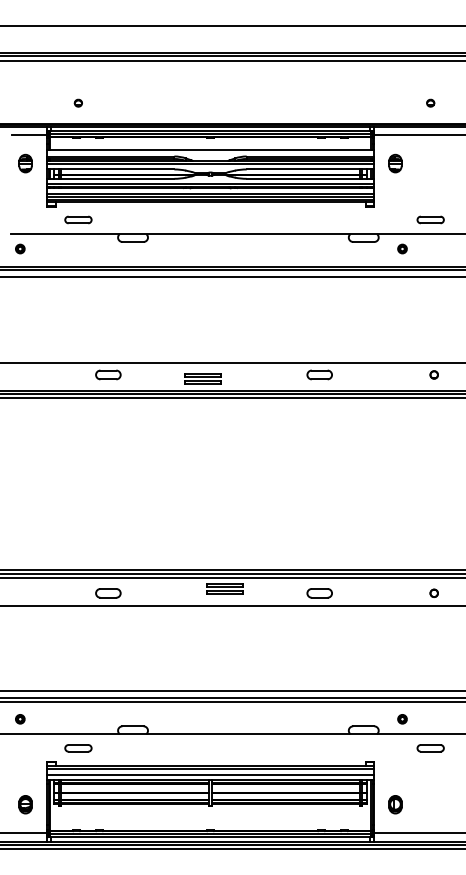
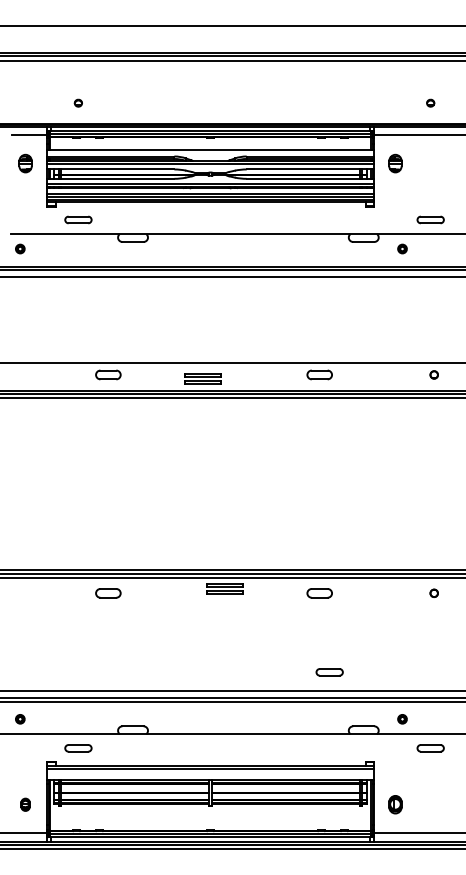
line at (232, 605): present -> none
part at (329, 672): none -> present
line at (210, 774): present -> none
part at (25, 804) size: 15x20 px -> 11x15 px
